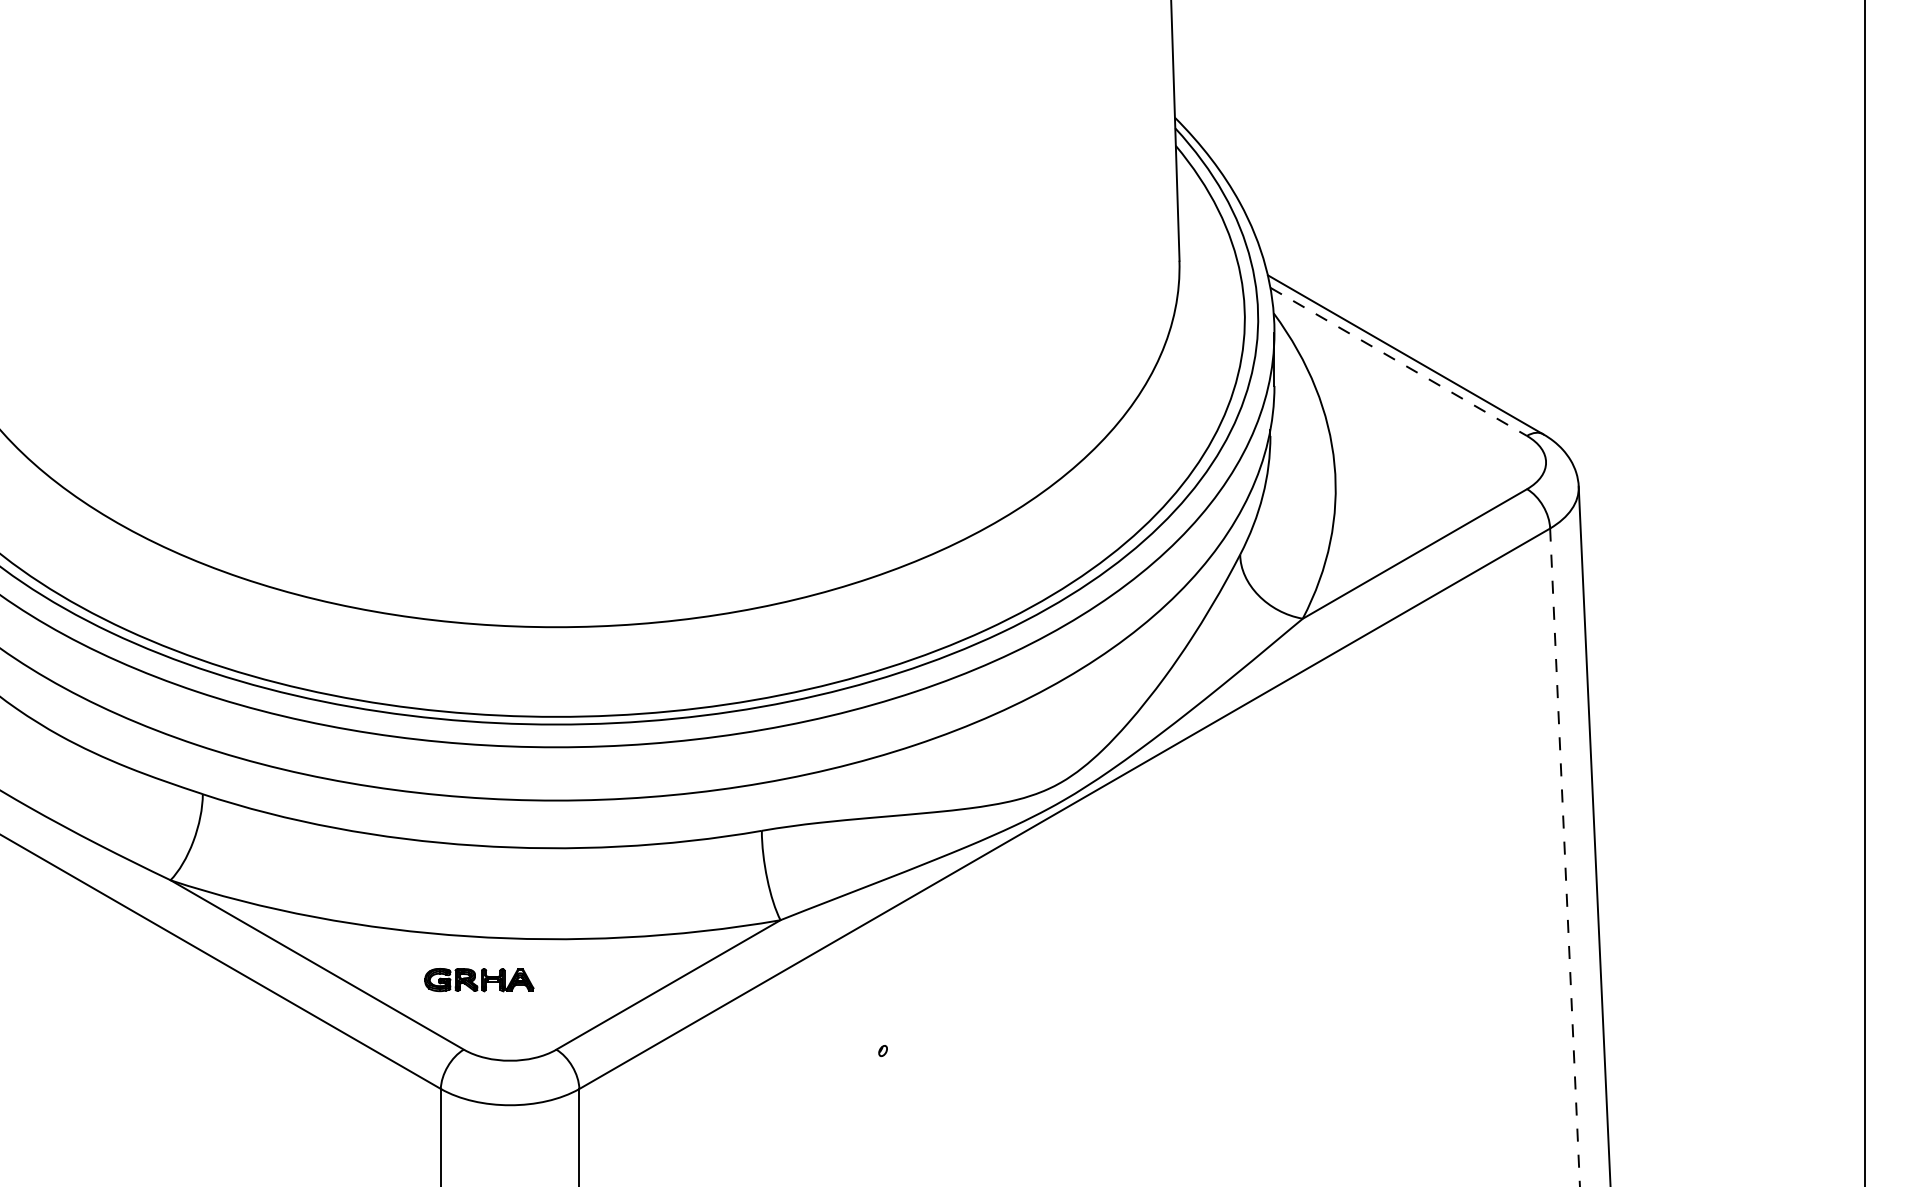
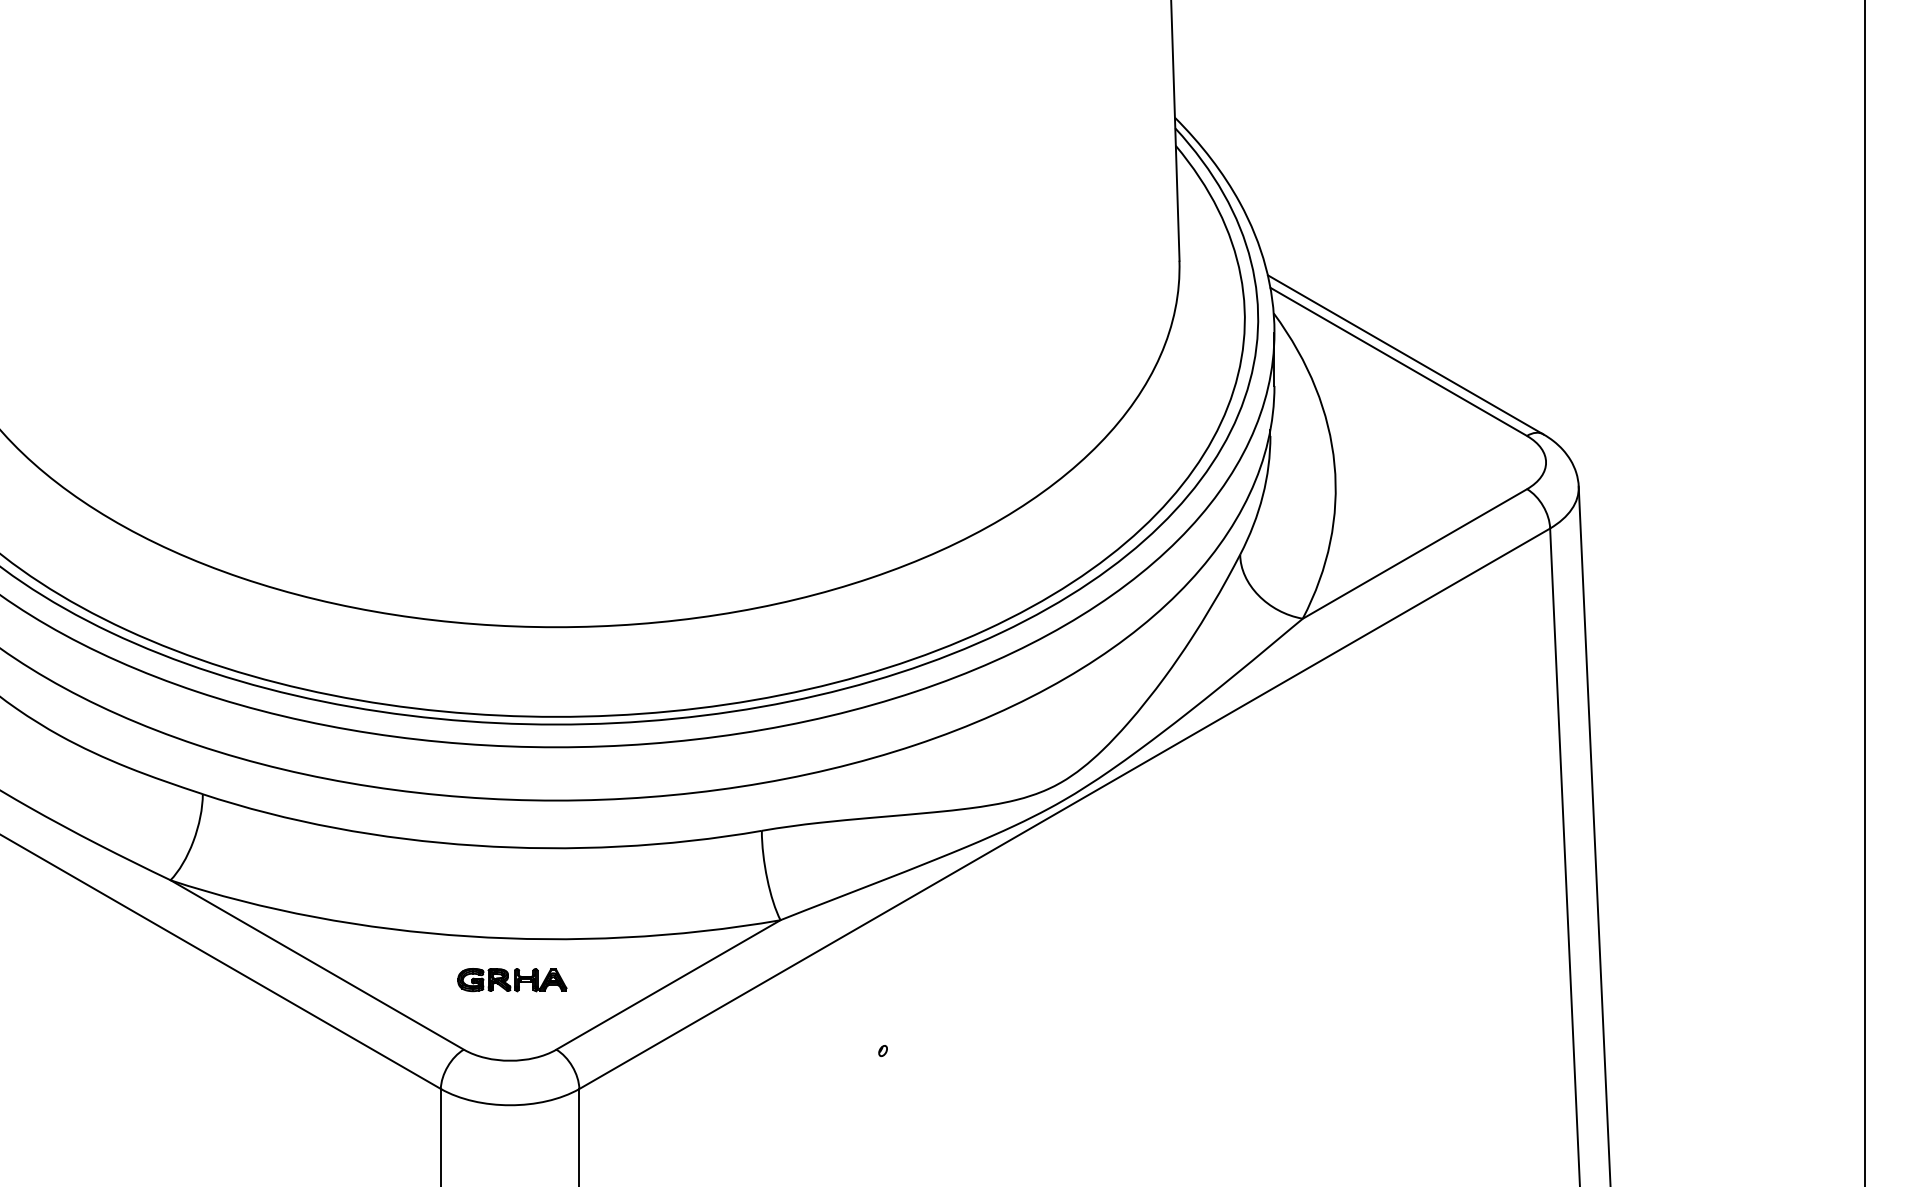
line at (1399, 362): dashed -> solid
line at (1565, 857): dashed -> solid
part at (479, 980) position: (479, 980) -> (512, 980)
